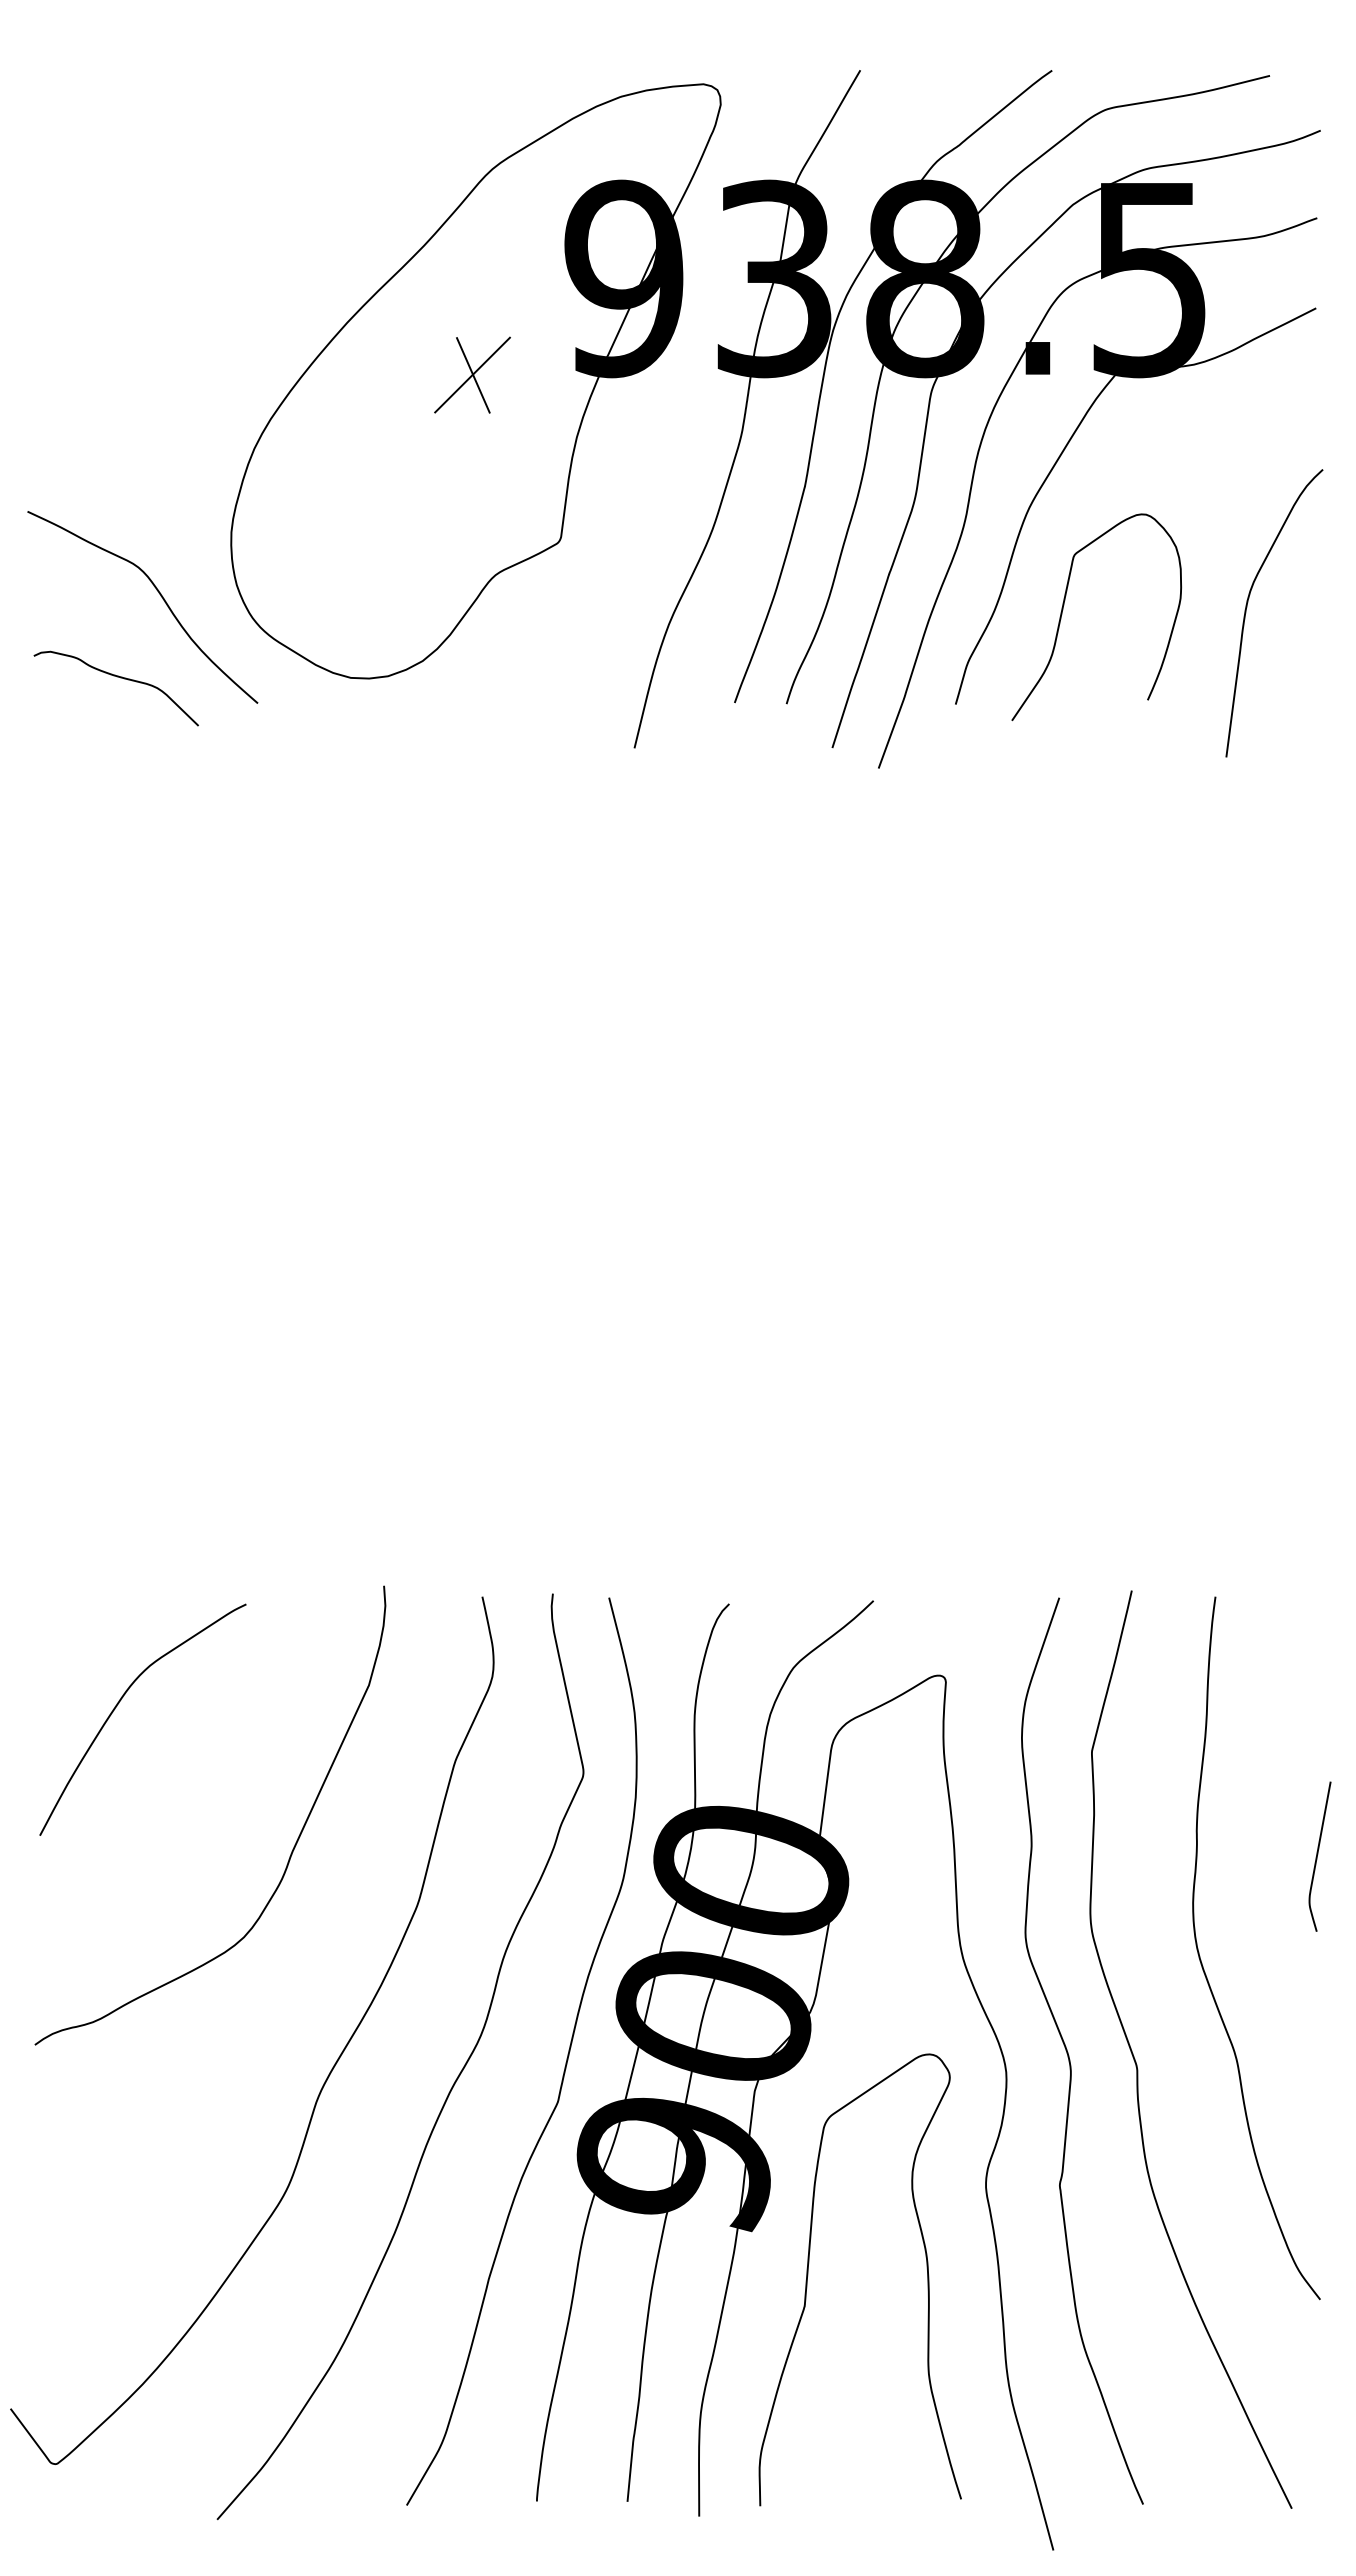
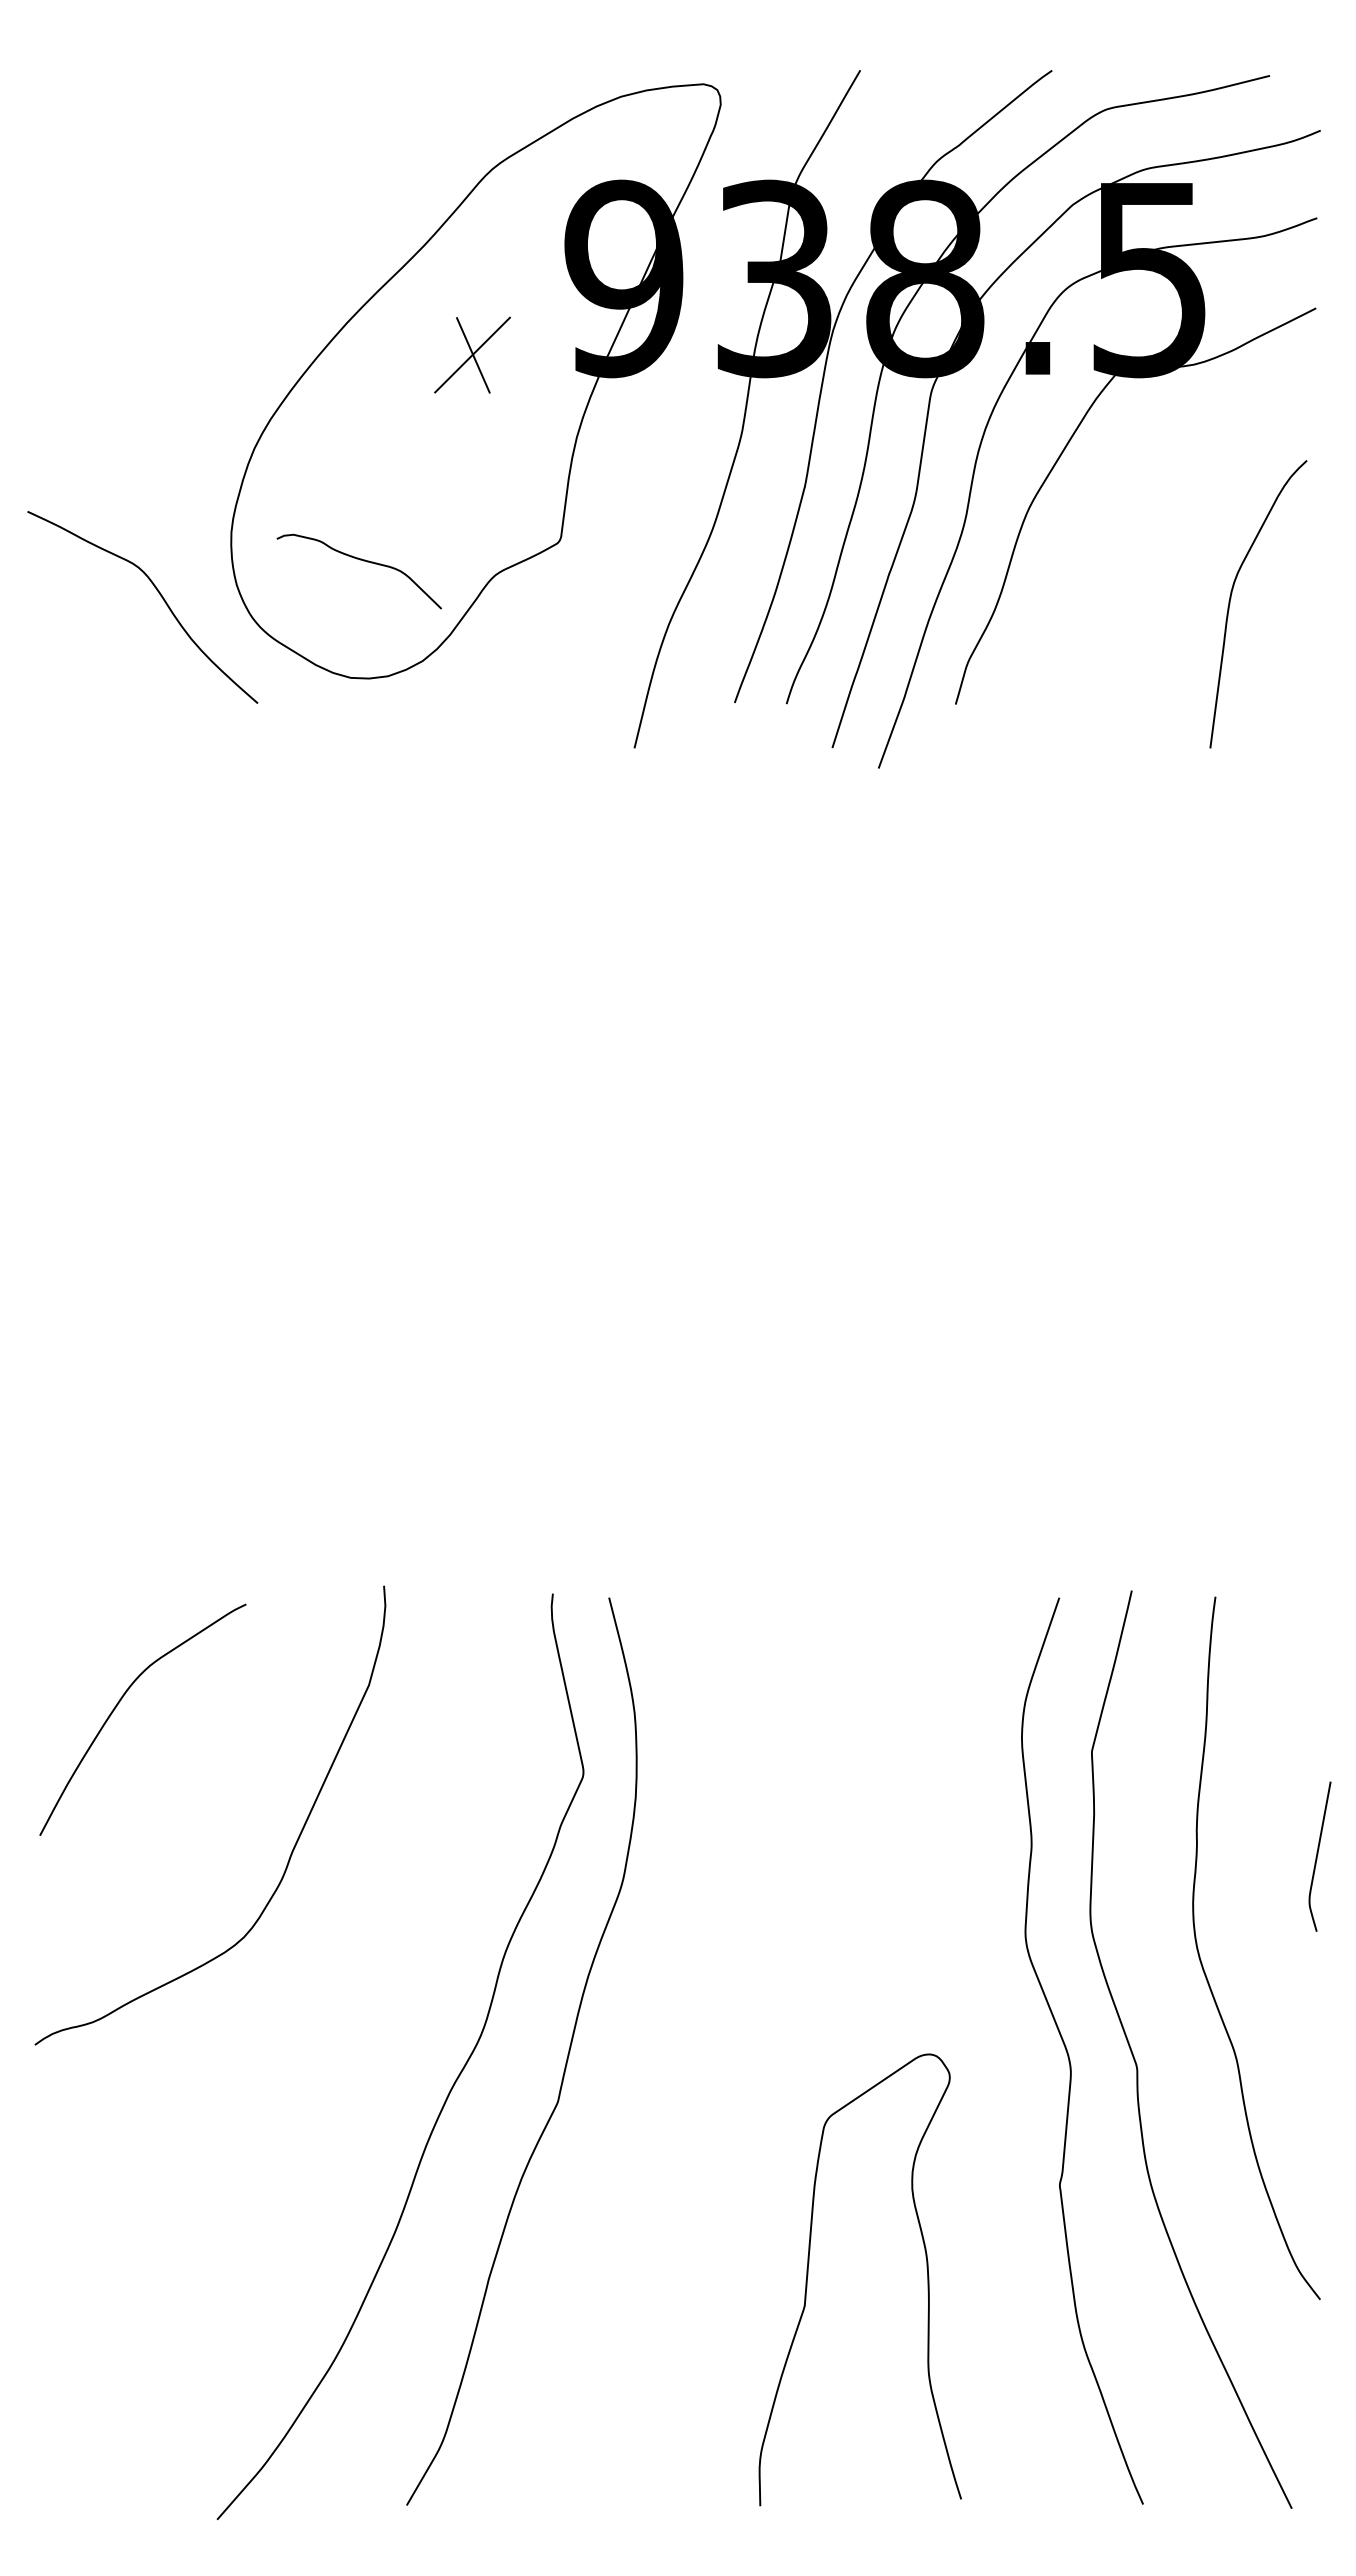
part at (472, 374) position: (472, 374) -> (472, 354)
curve at (1247, 607) position: (1247, 607) -> (1231, 598)
curve at (1063, 610): present -> none
curve at (117, 677) position: (117, 677) -> (360, 560)
part at (792, 2068): present -> none
curve at (330, 2070): present -> none
